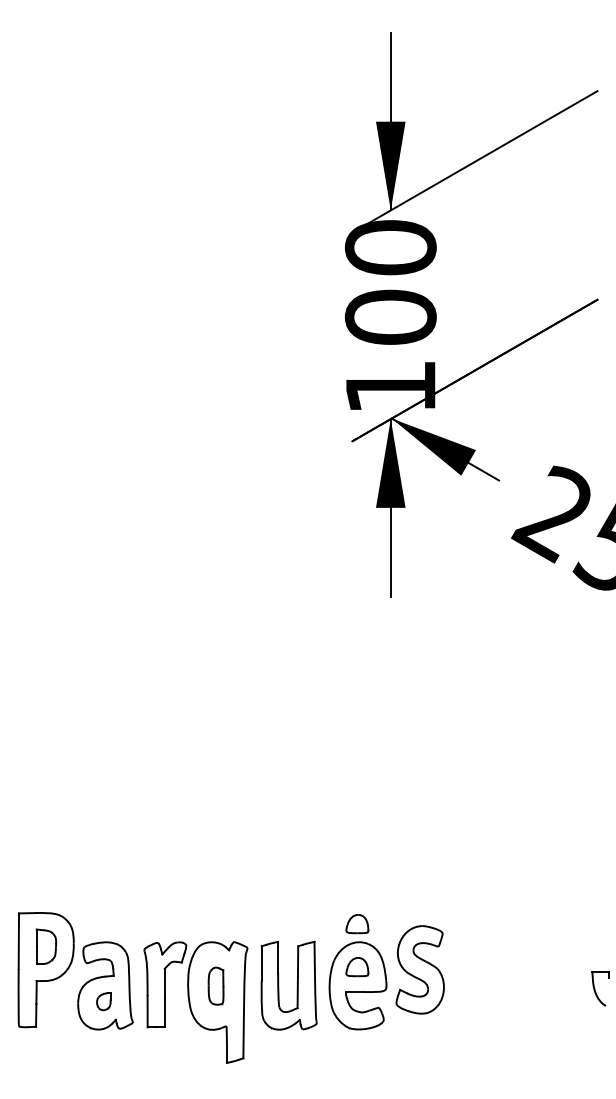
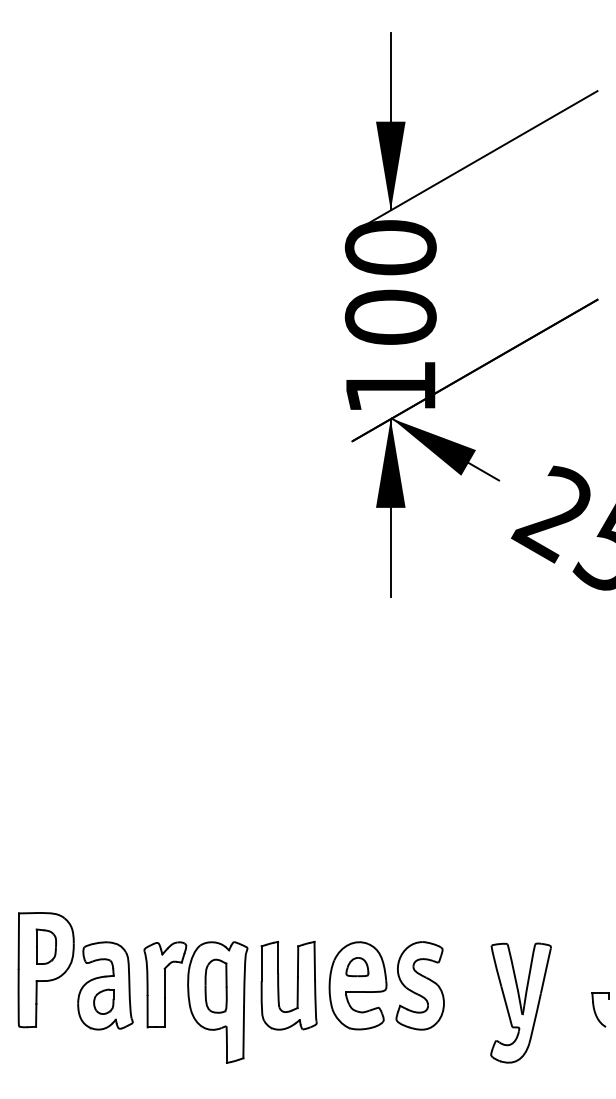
part at (357, 924): present -> none
part at (419, 969) position: (419, 969) -> (419, 985)
part at (215, 985) size: 18x40 px -> 24x56 px
part at (600, 988) position: (600, 988) -> (600, 1009)
part at (103, 1001) size: 16x20 px -> 22x27 px
part at (520, 1002): none -> present
